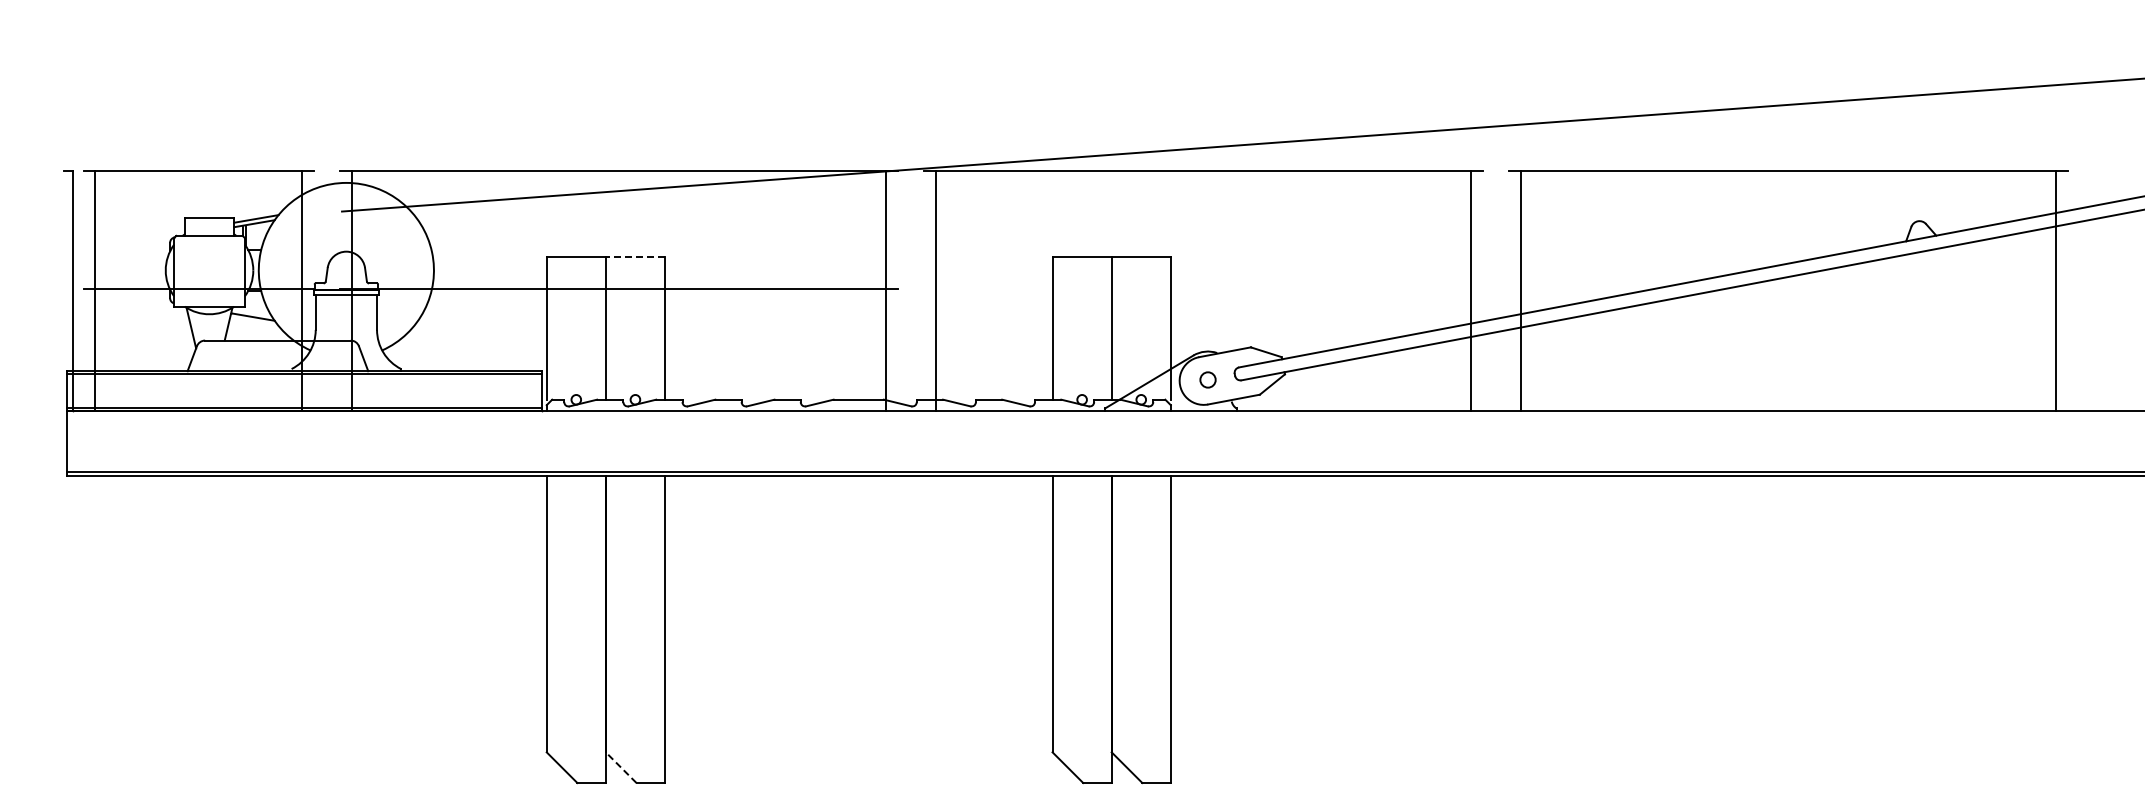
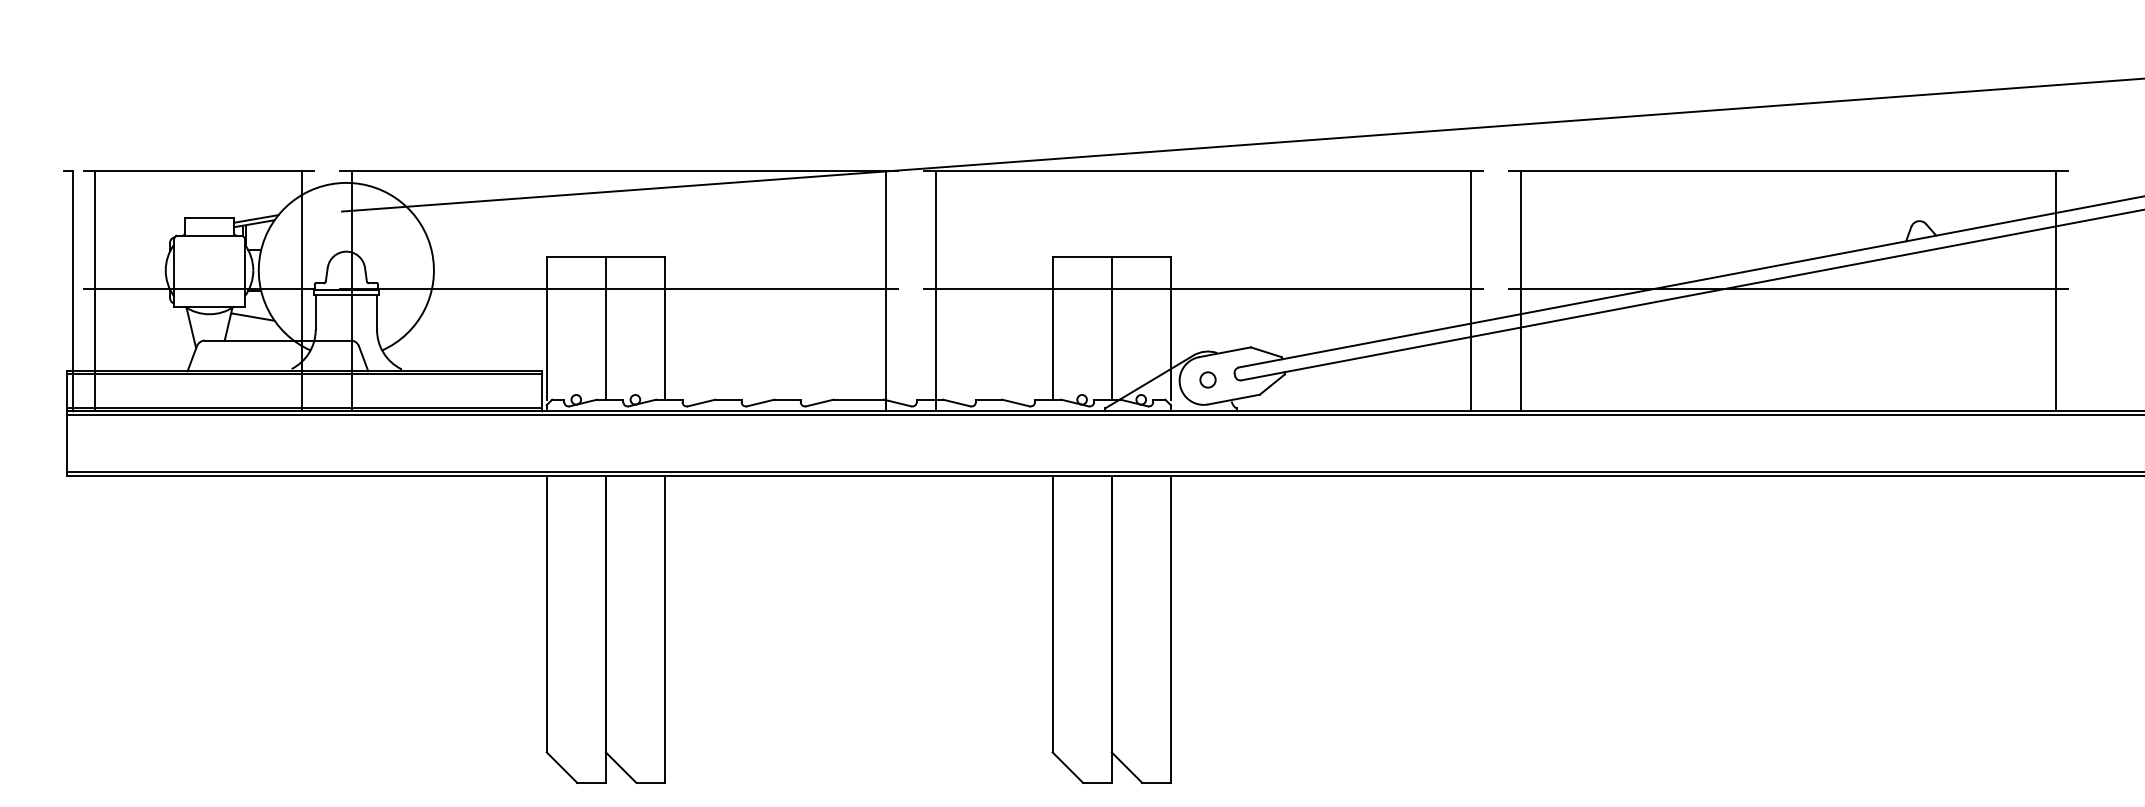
line at (635, 257): dashed -> solid
line at (1203, 289): none -> present
line at (1788, 289): none -> present
line at (1104, 414): none -> present
line at (621, 767): dashed -> solid
